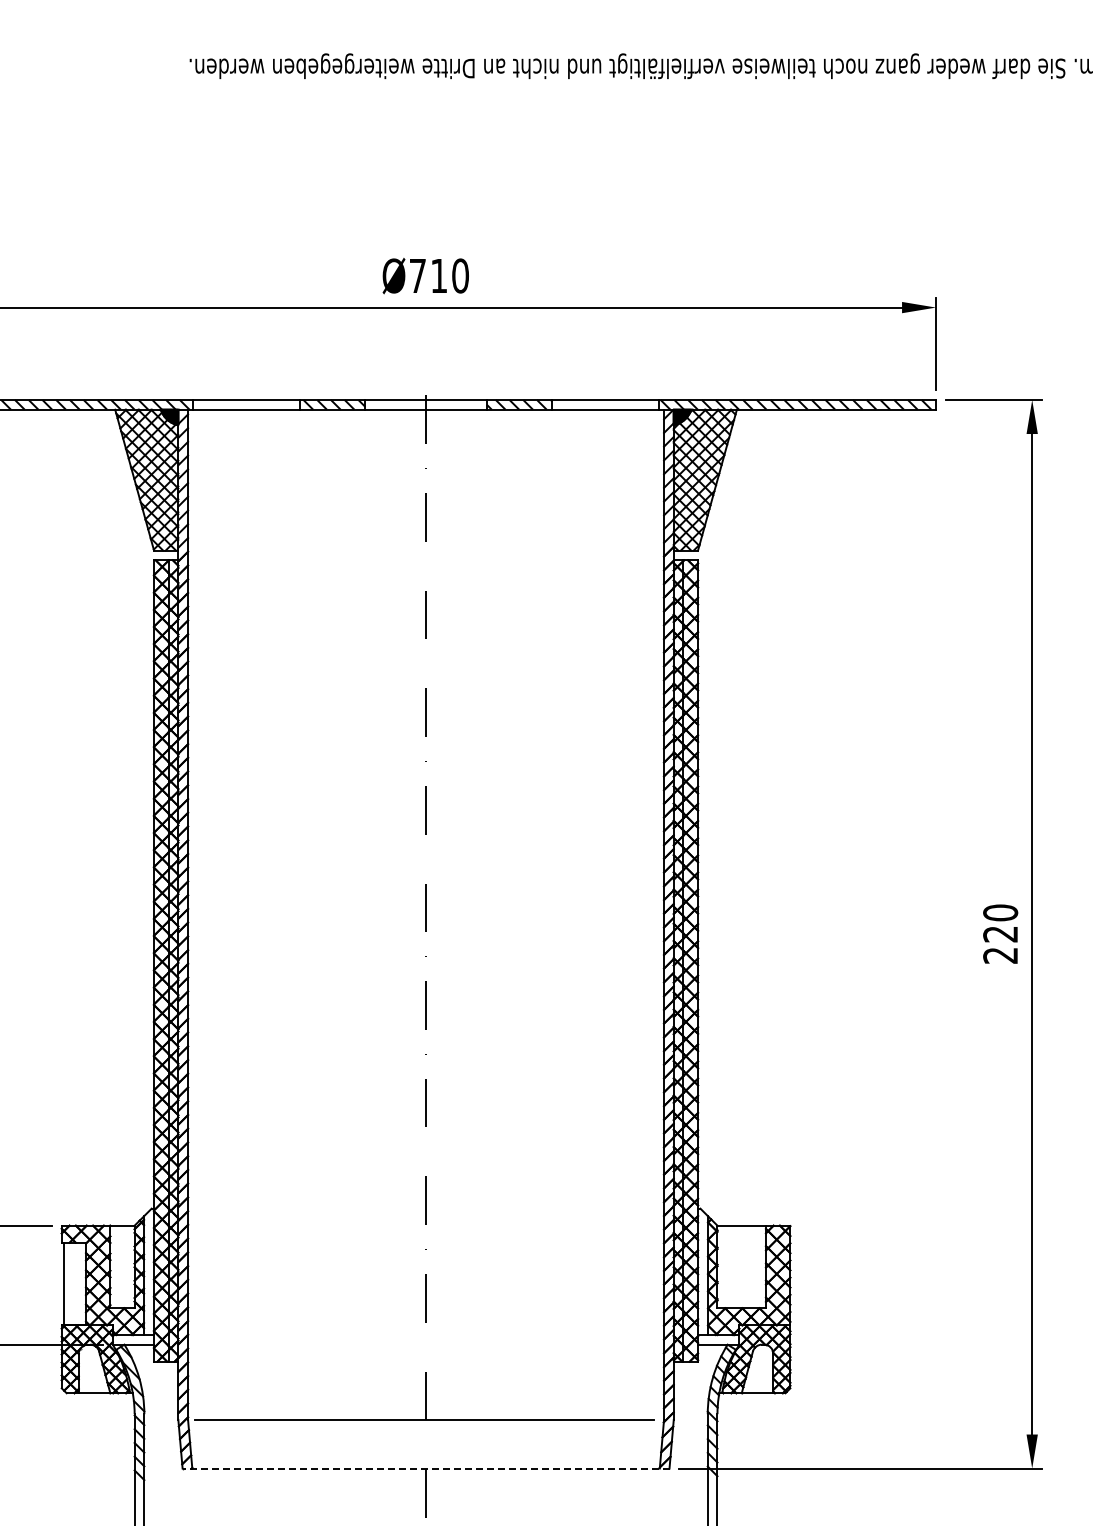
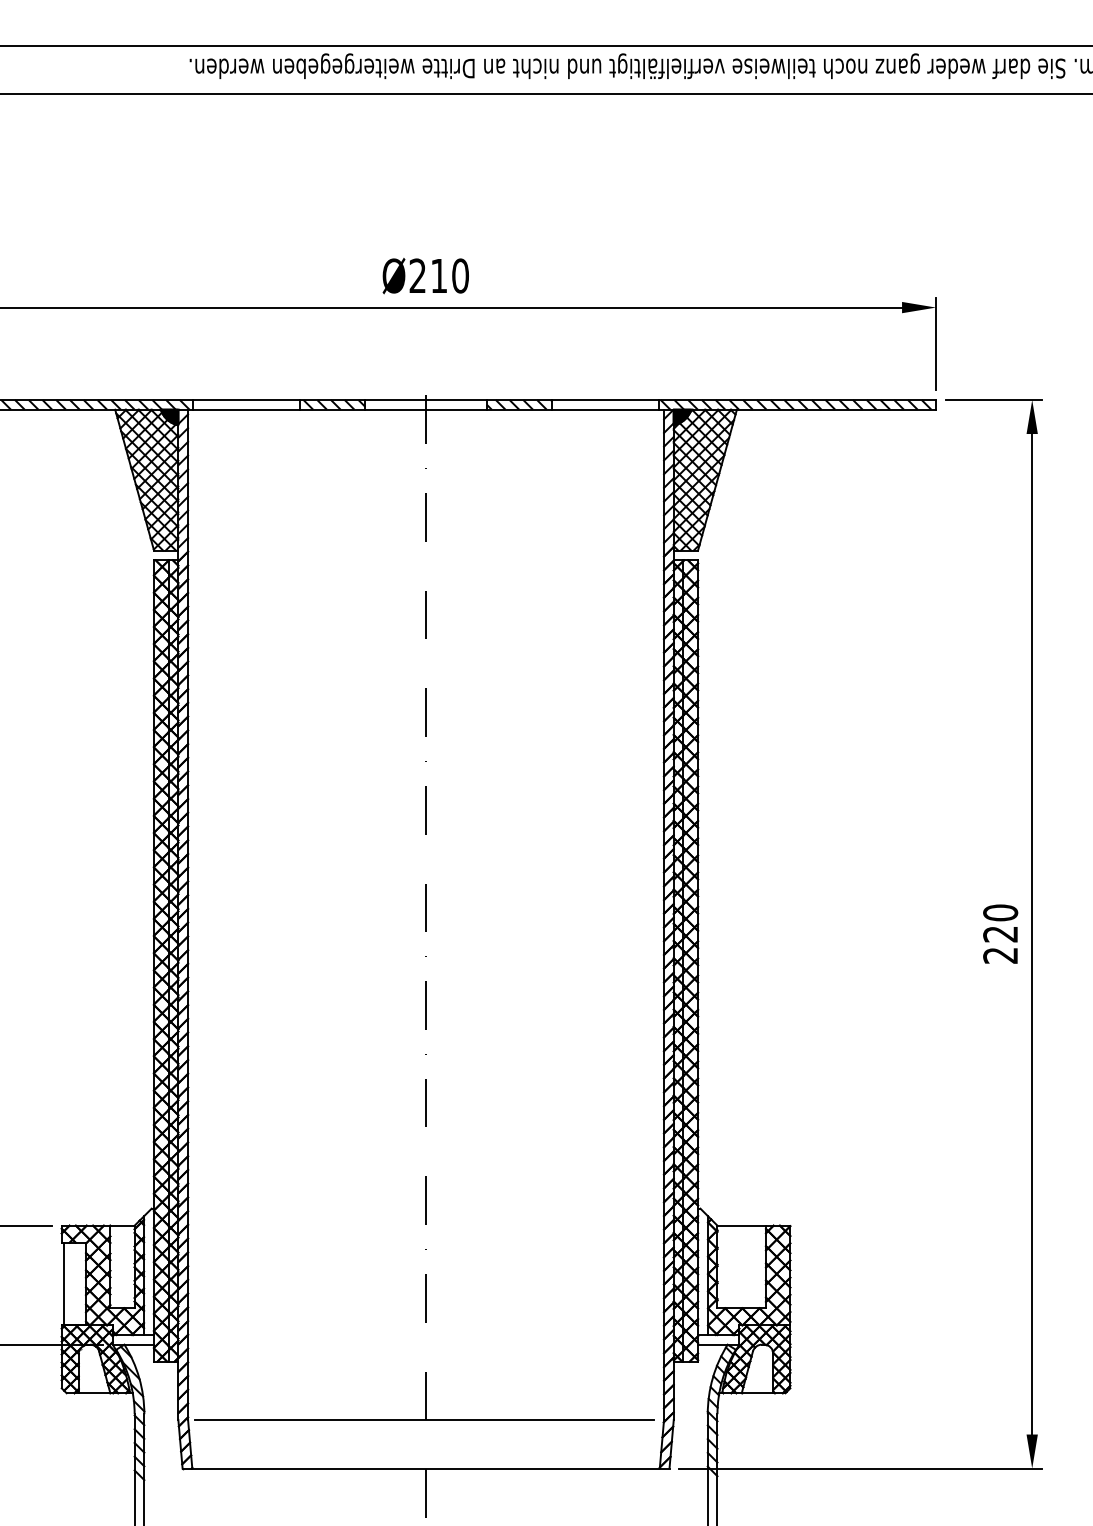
line at (545, 45): none -> present
line at (545, 94): none -> present
text at (417, 275): Ø710 -> Ø210
line at (425, 1468): dashed -> solid
